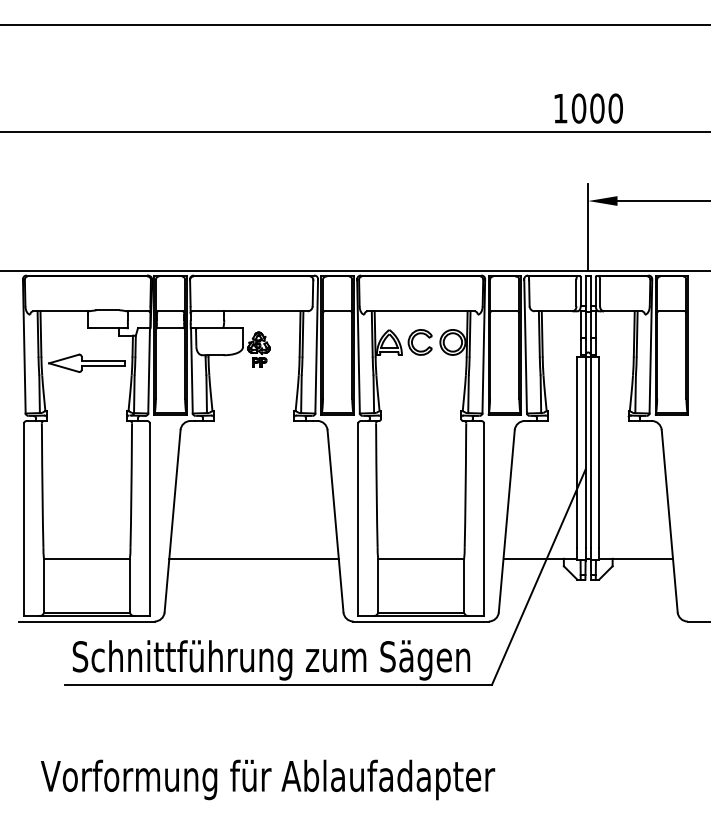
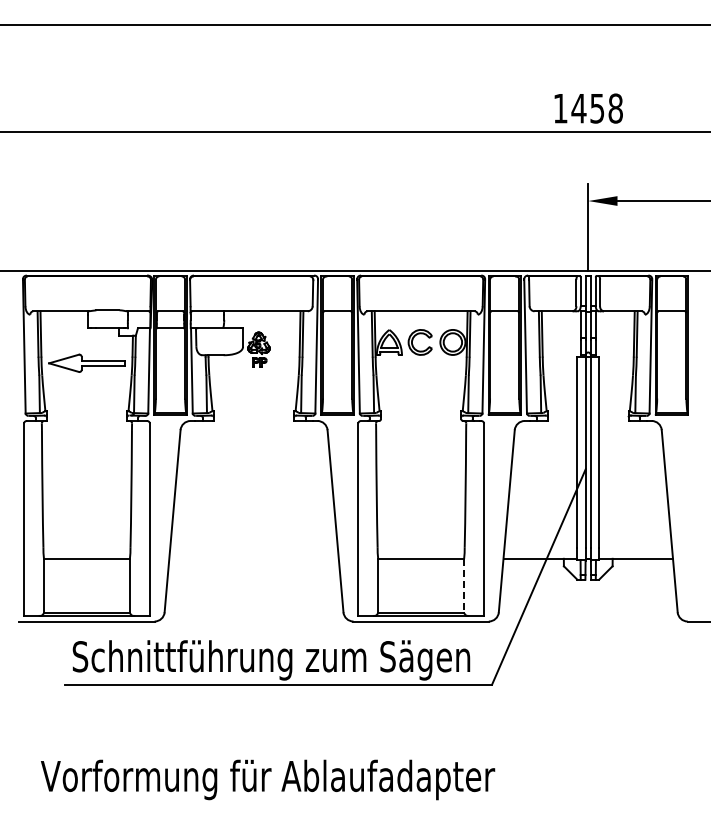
text at (596, 108): 1000 -> 1458
line at (253, 558): present -> none
line at (464, 586): solid -> dashed
